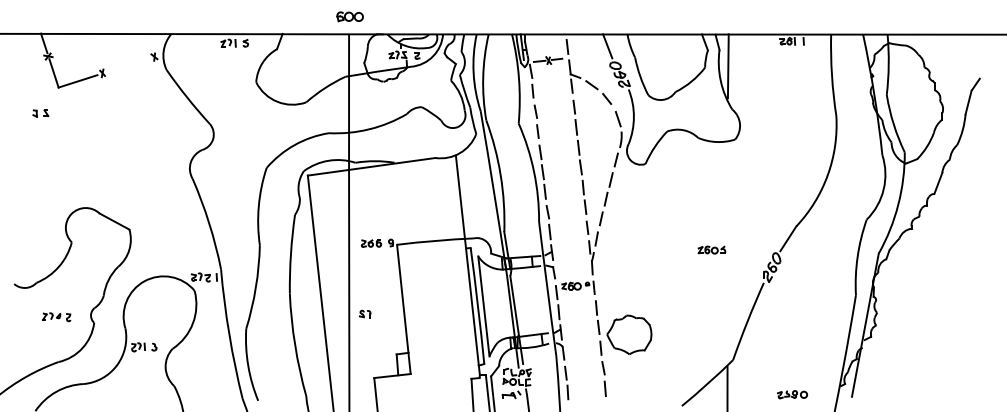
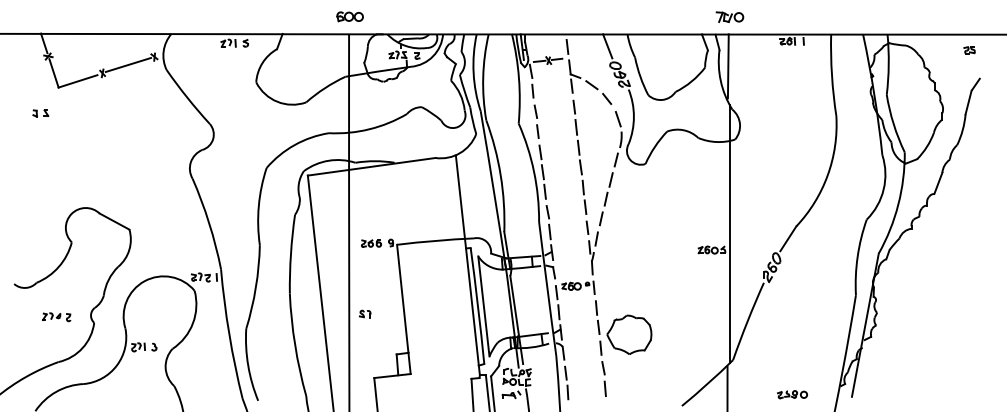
part at (729, 16): none -> present
part at (969, 50): none -> present
line at (128, 64): none -> present
line at (729, 233): none -> present
